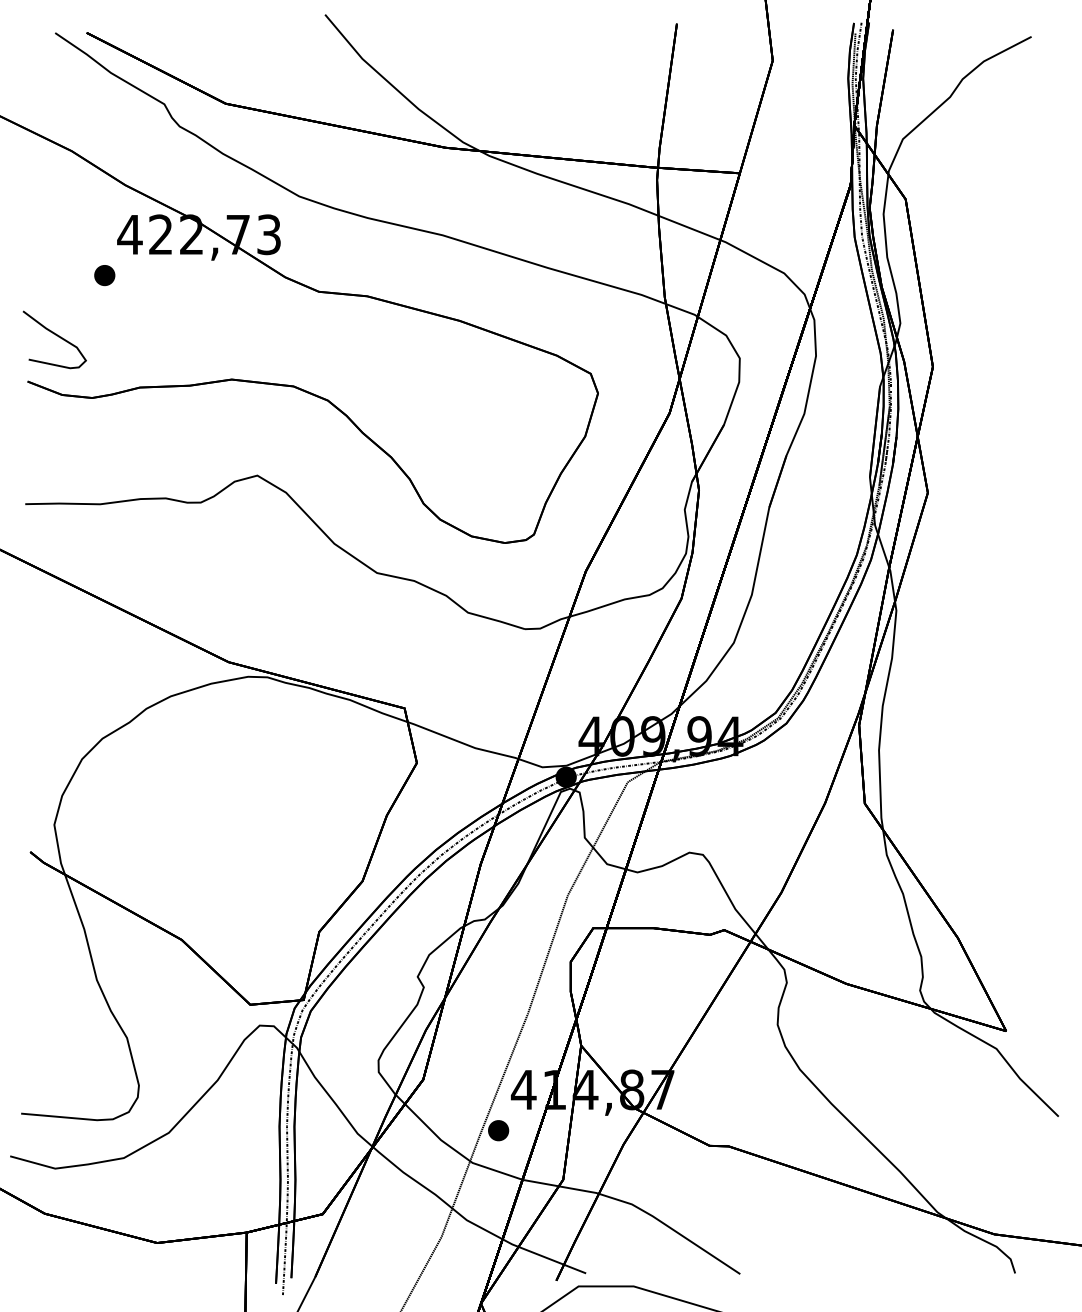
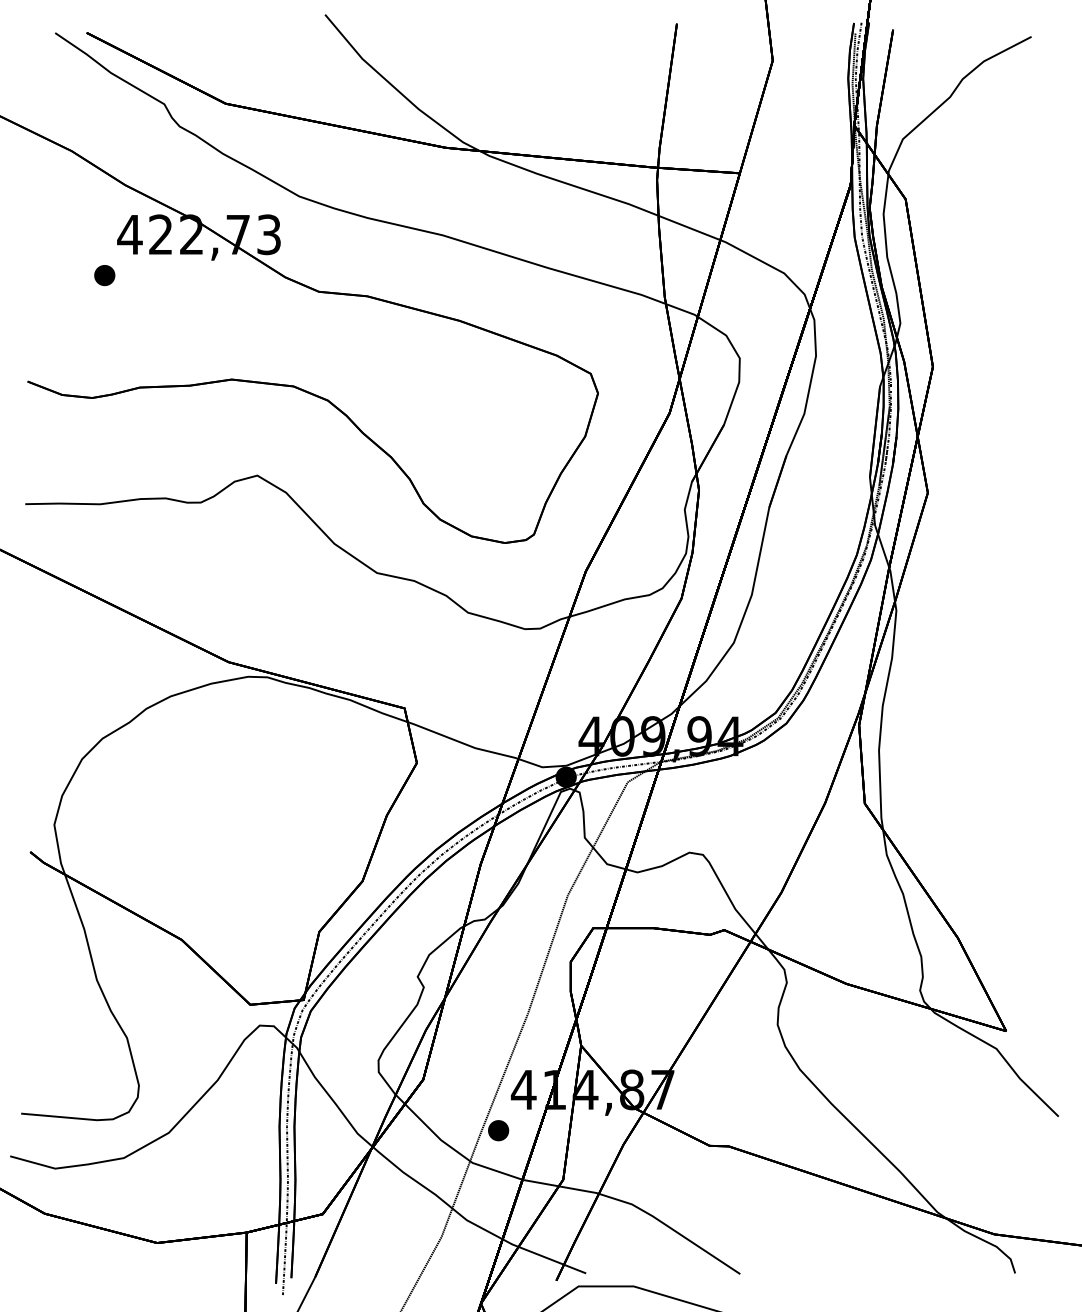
curve at (55, 335): present -> none
